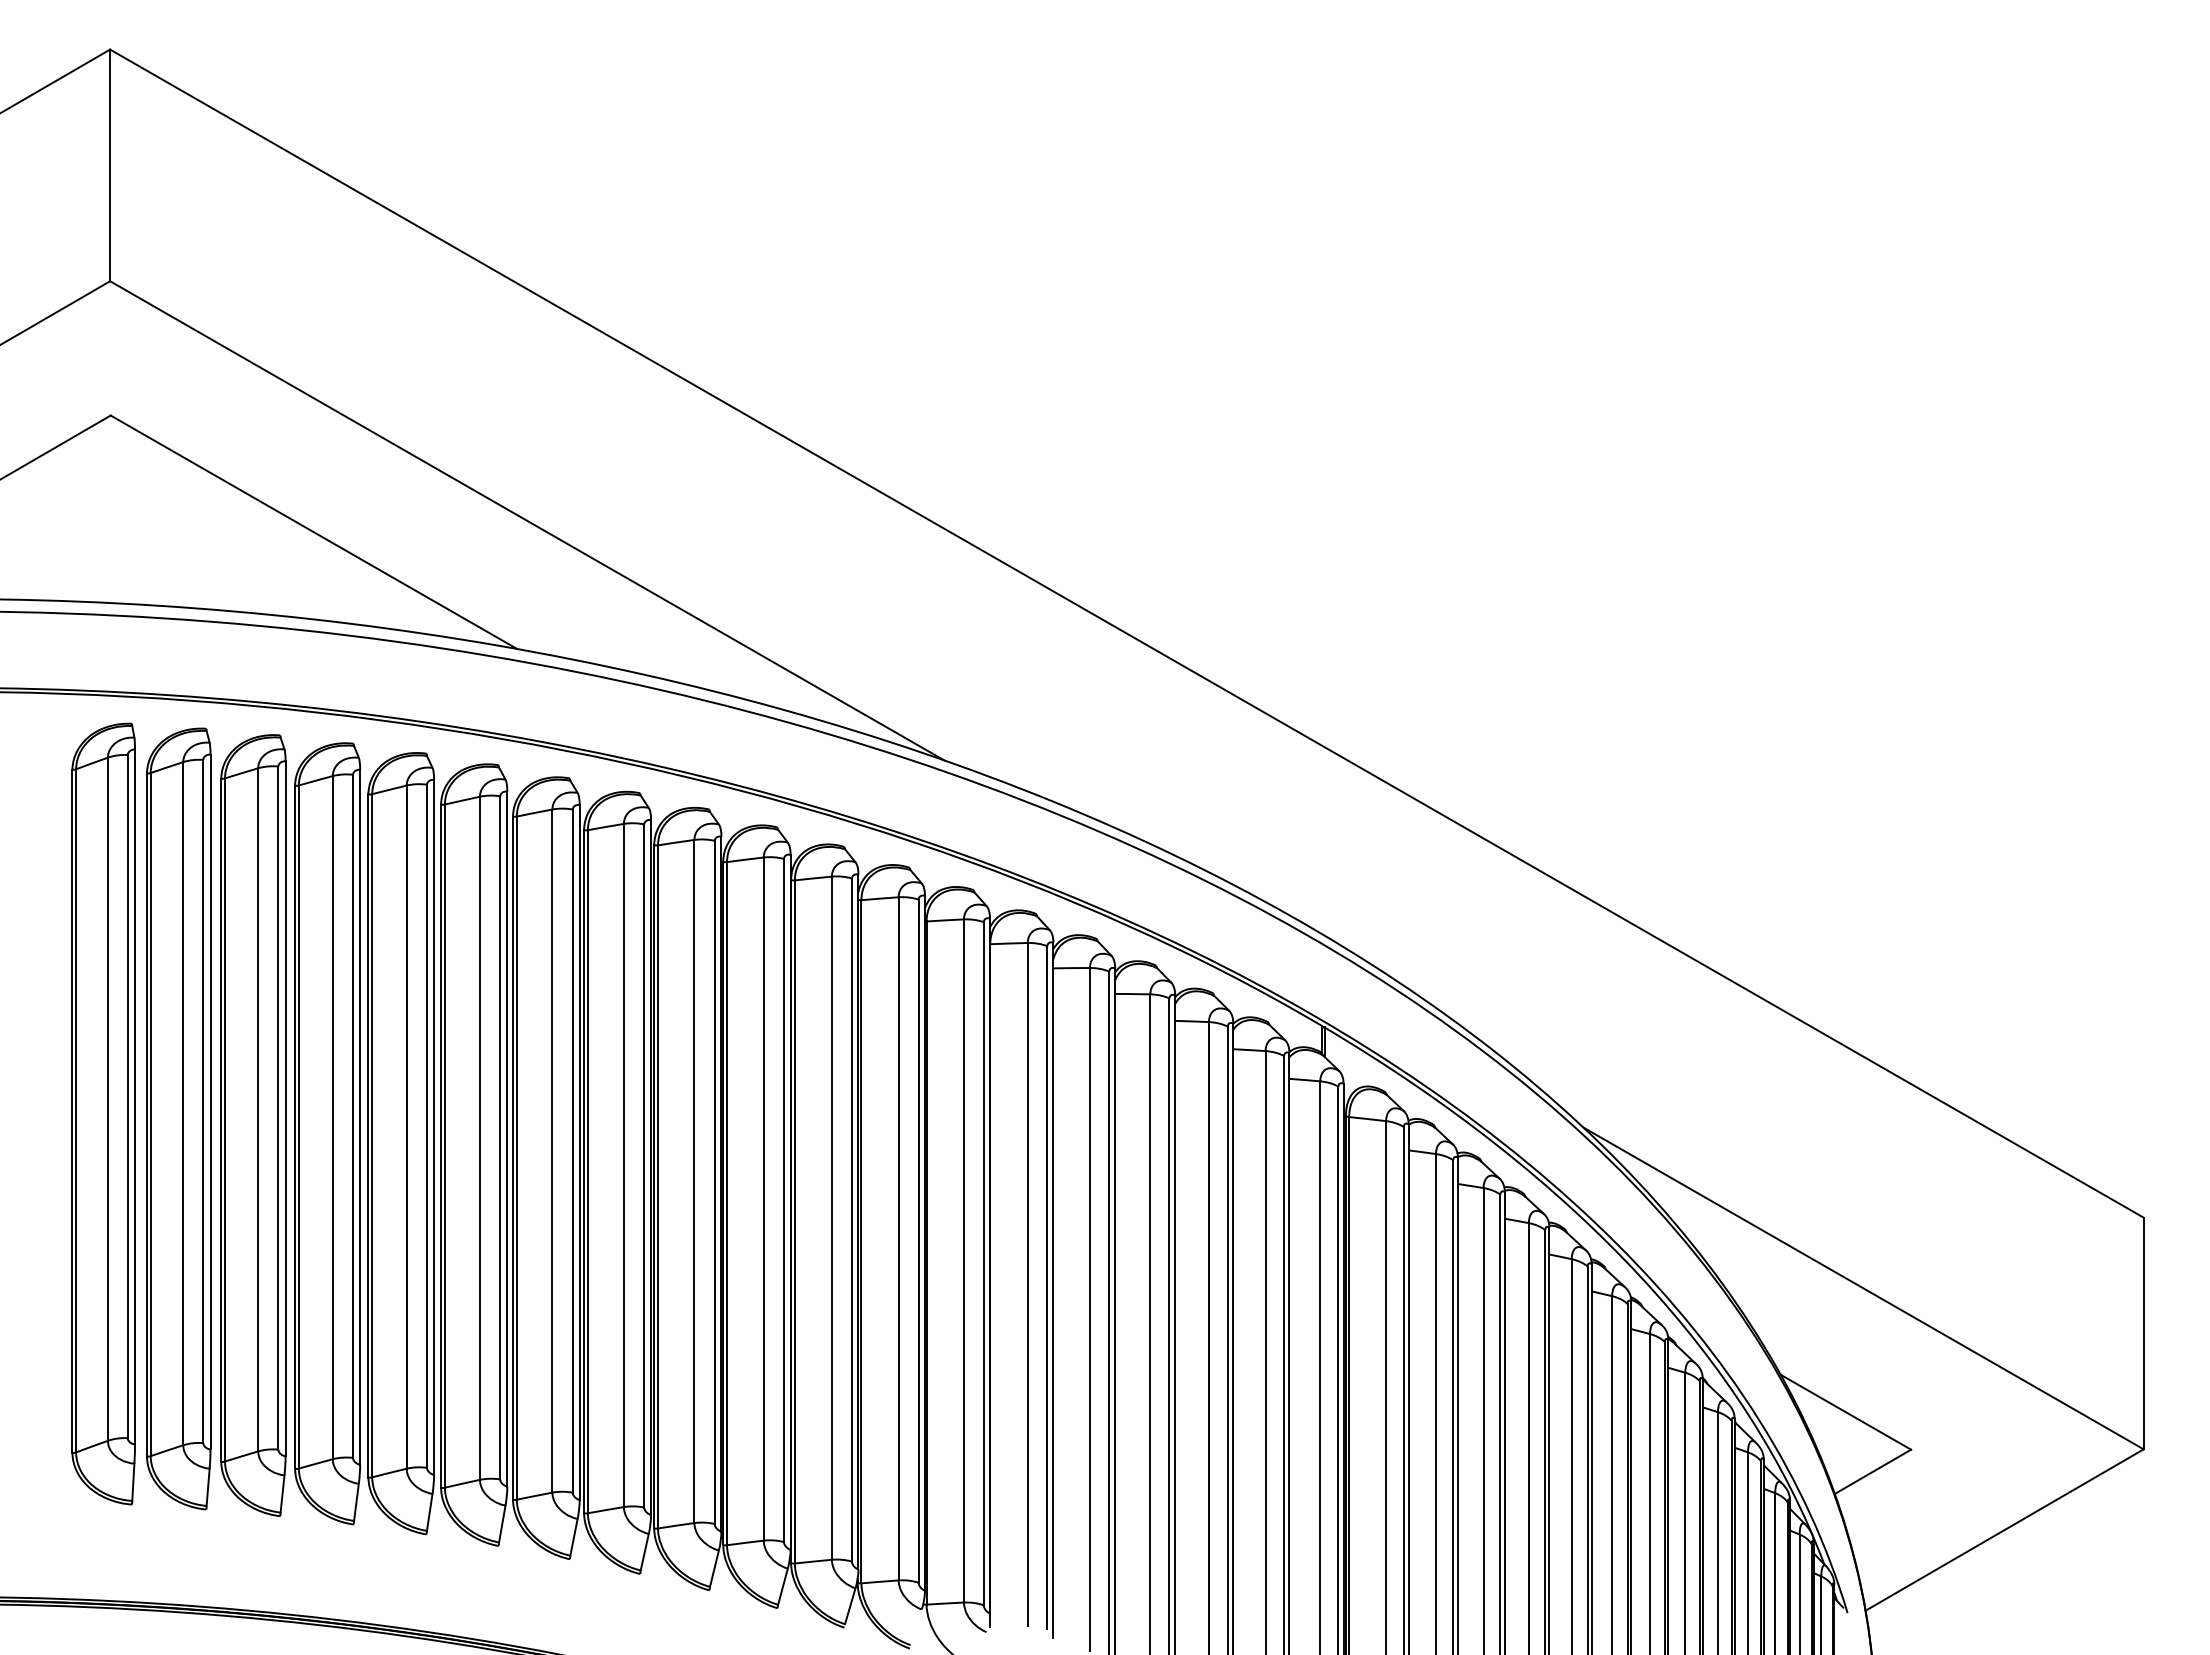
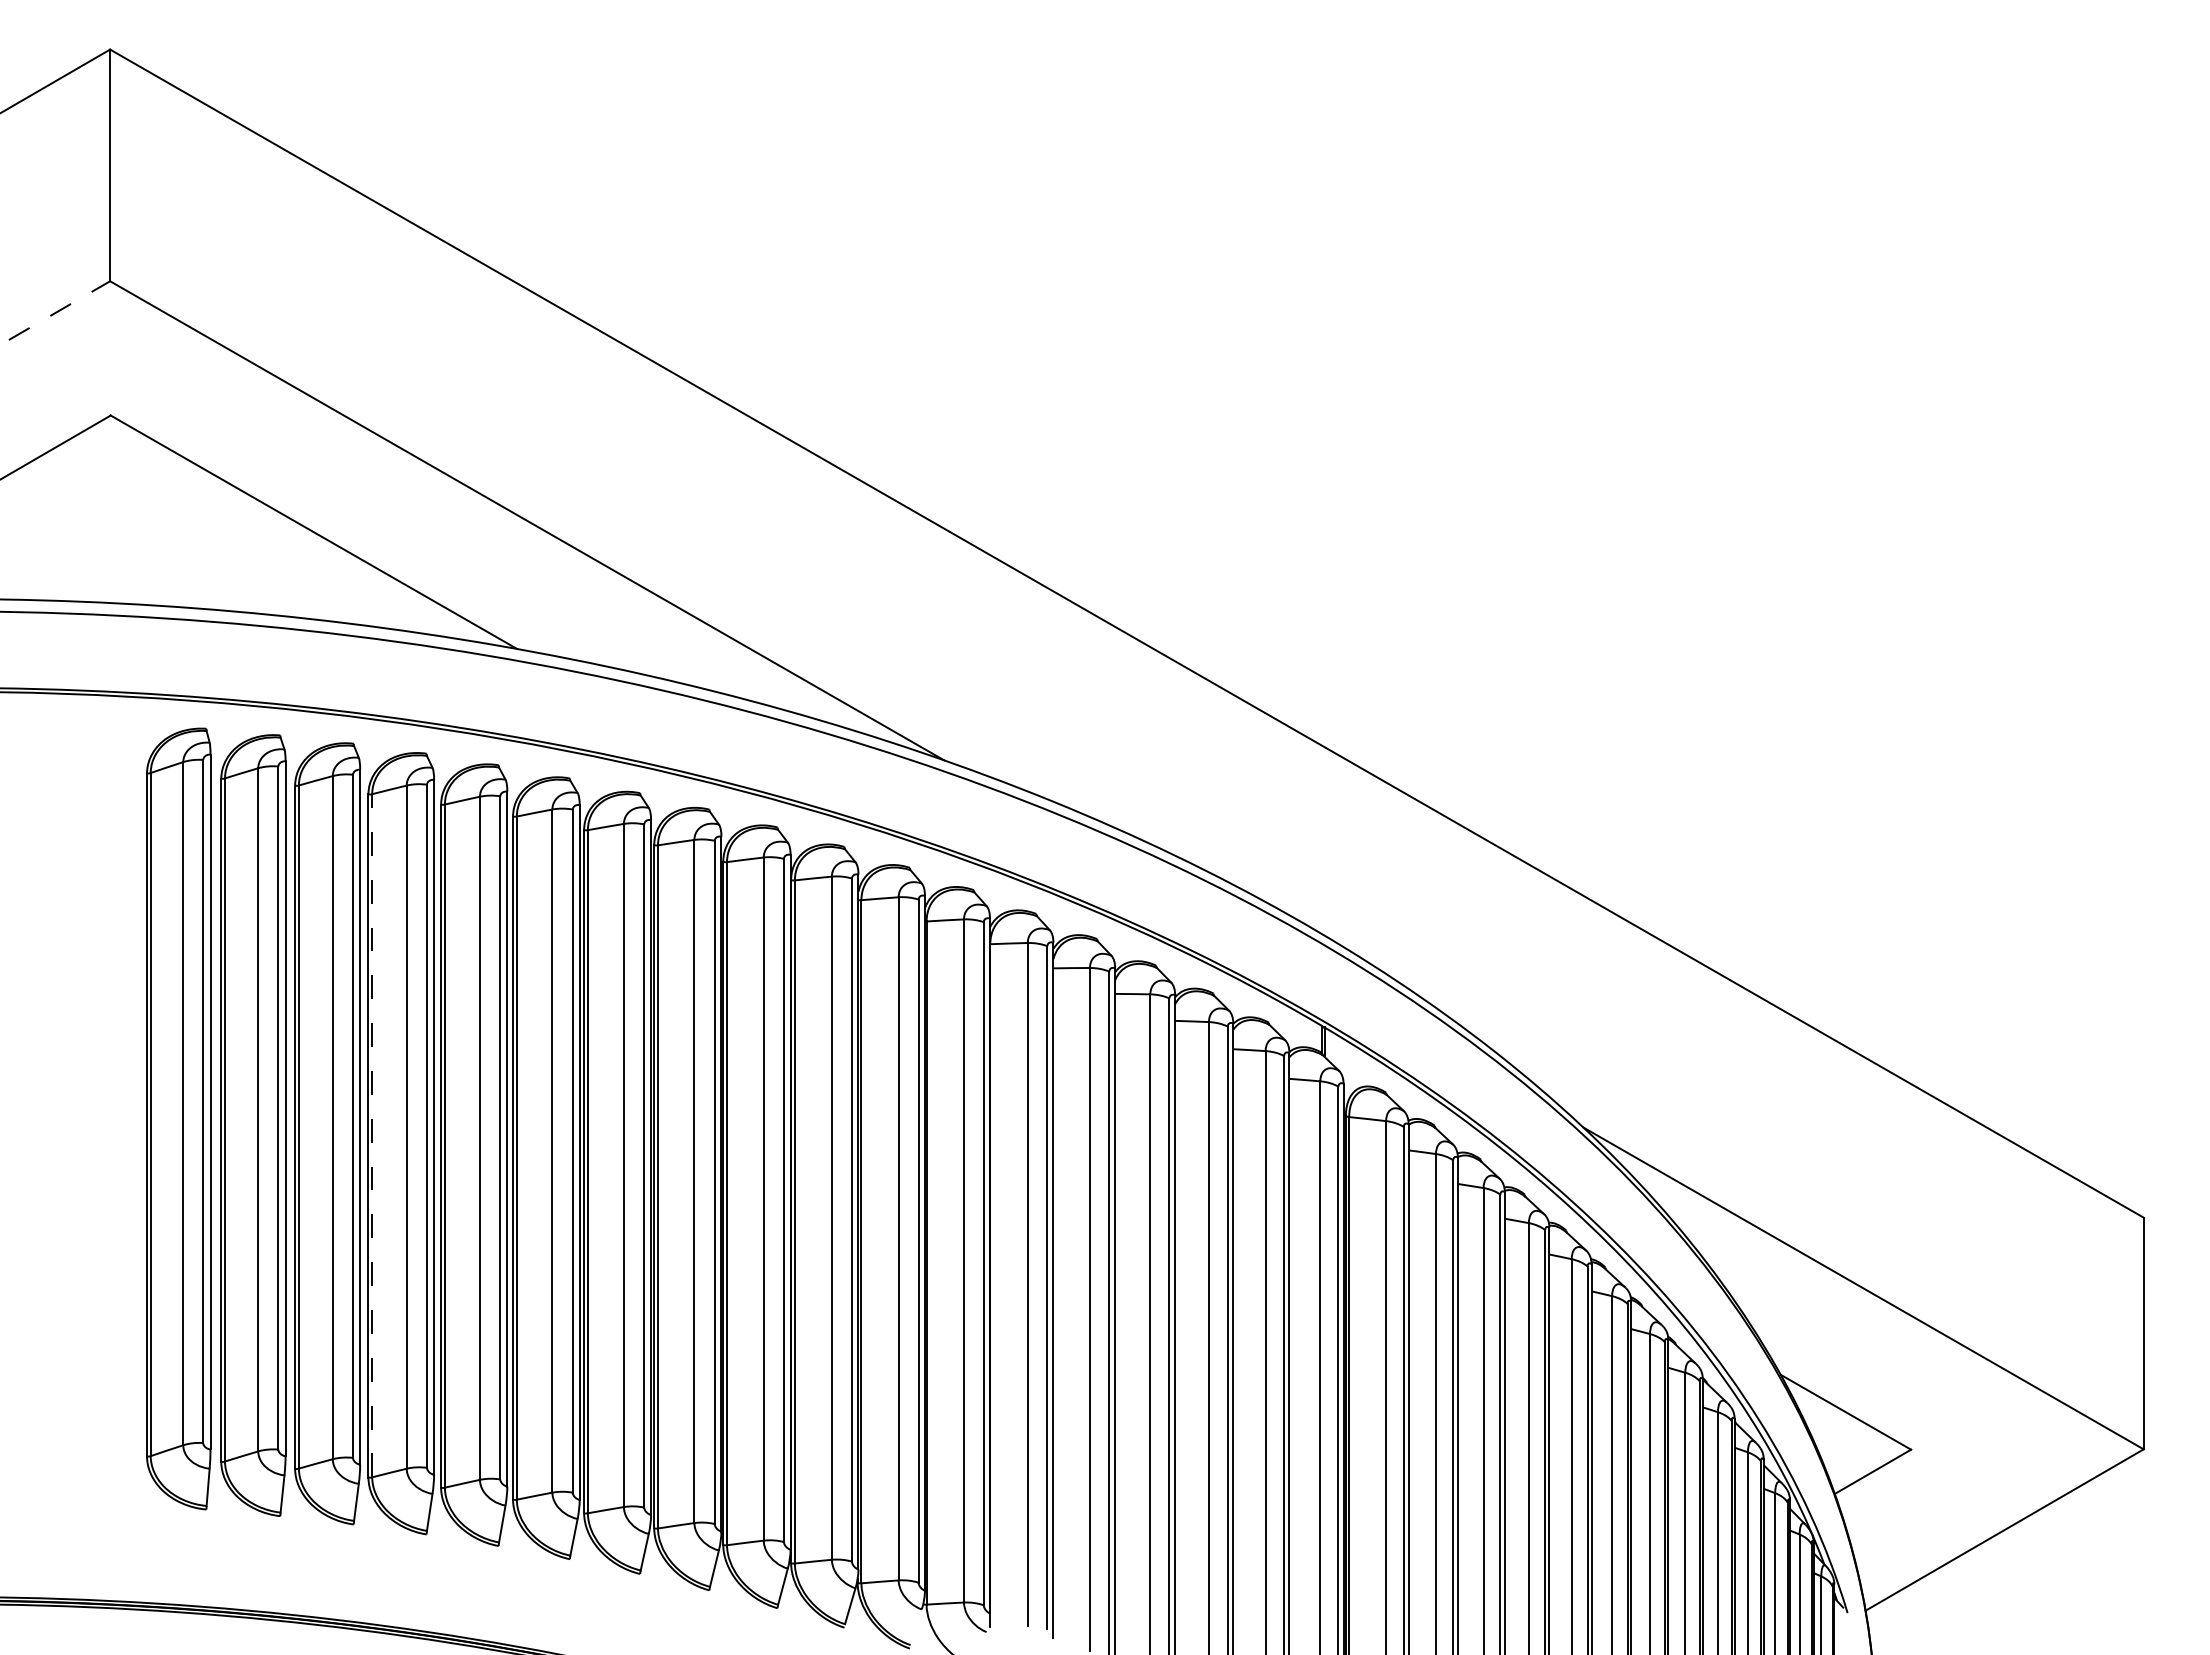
line at (55, 312): solid -> dashed
part at (103, 1113): present -> none
line at (372, 1135): solid -> dashed
